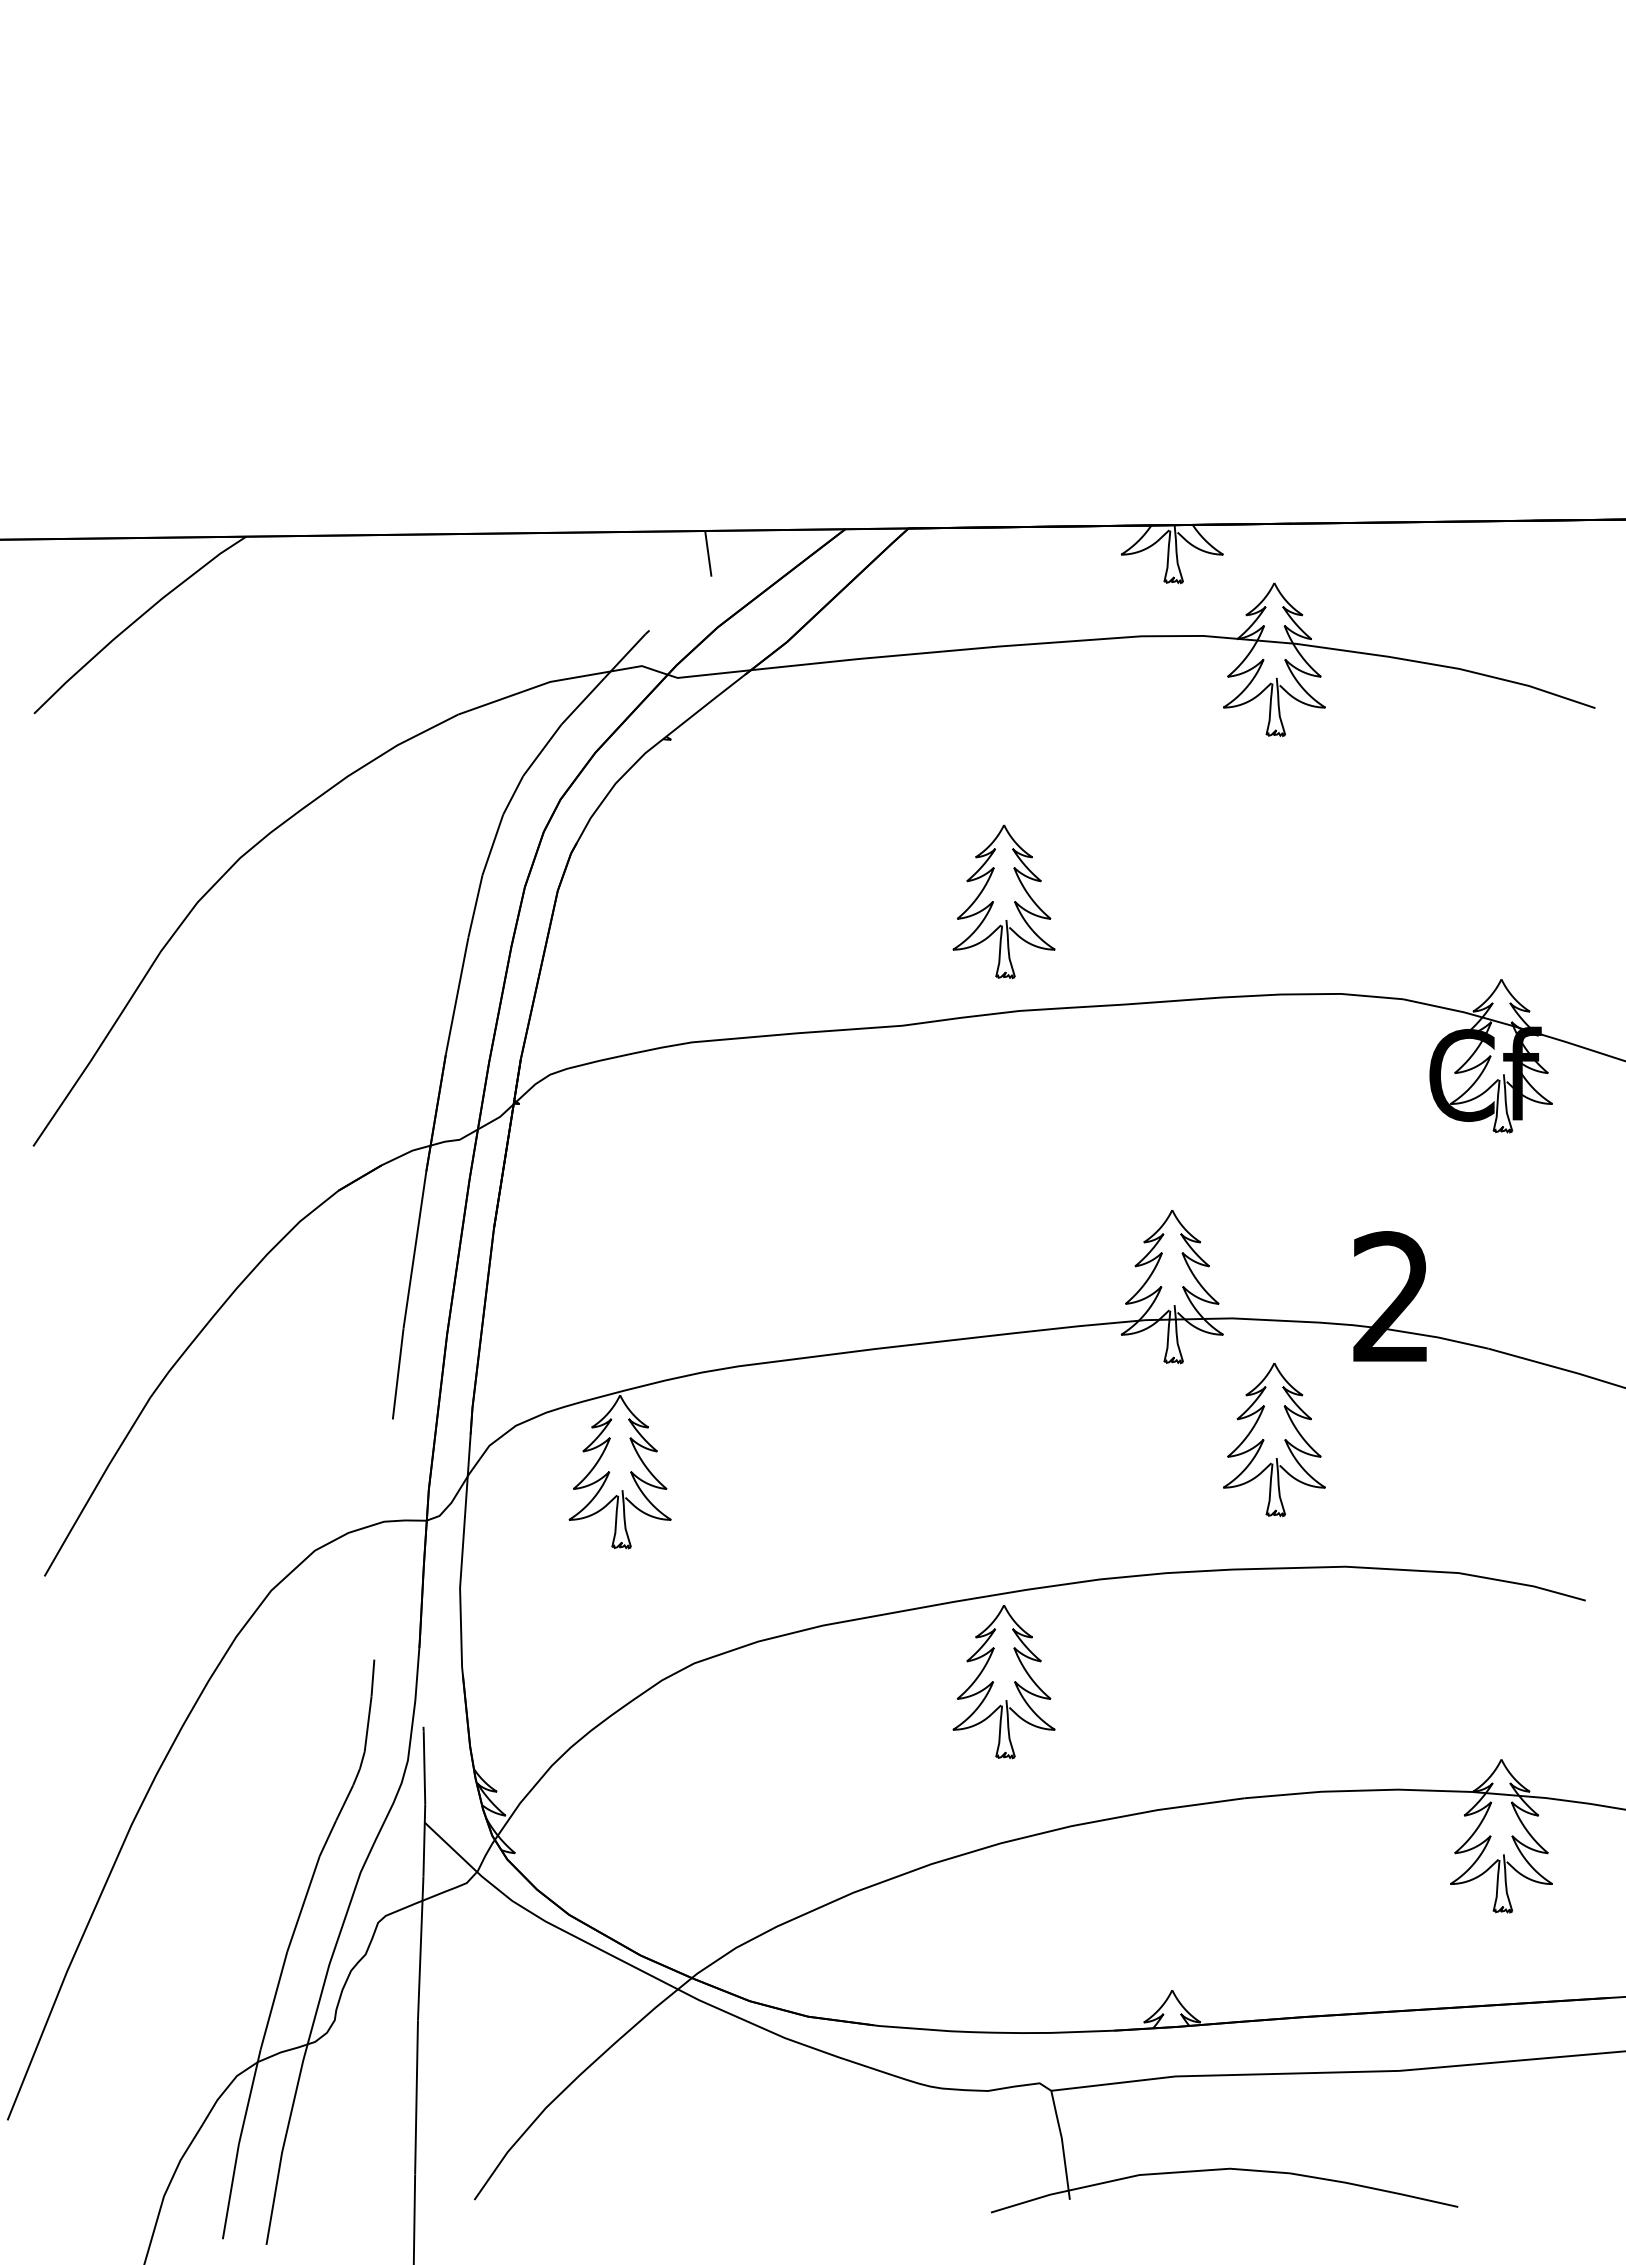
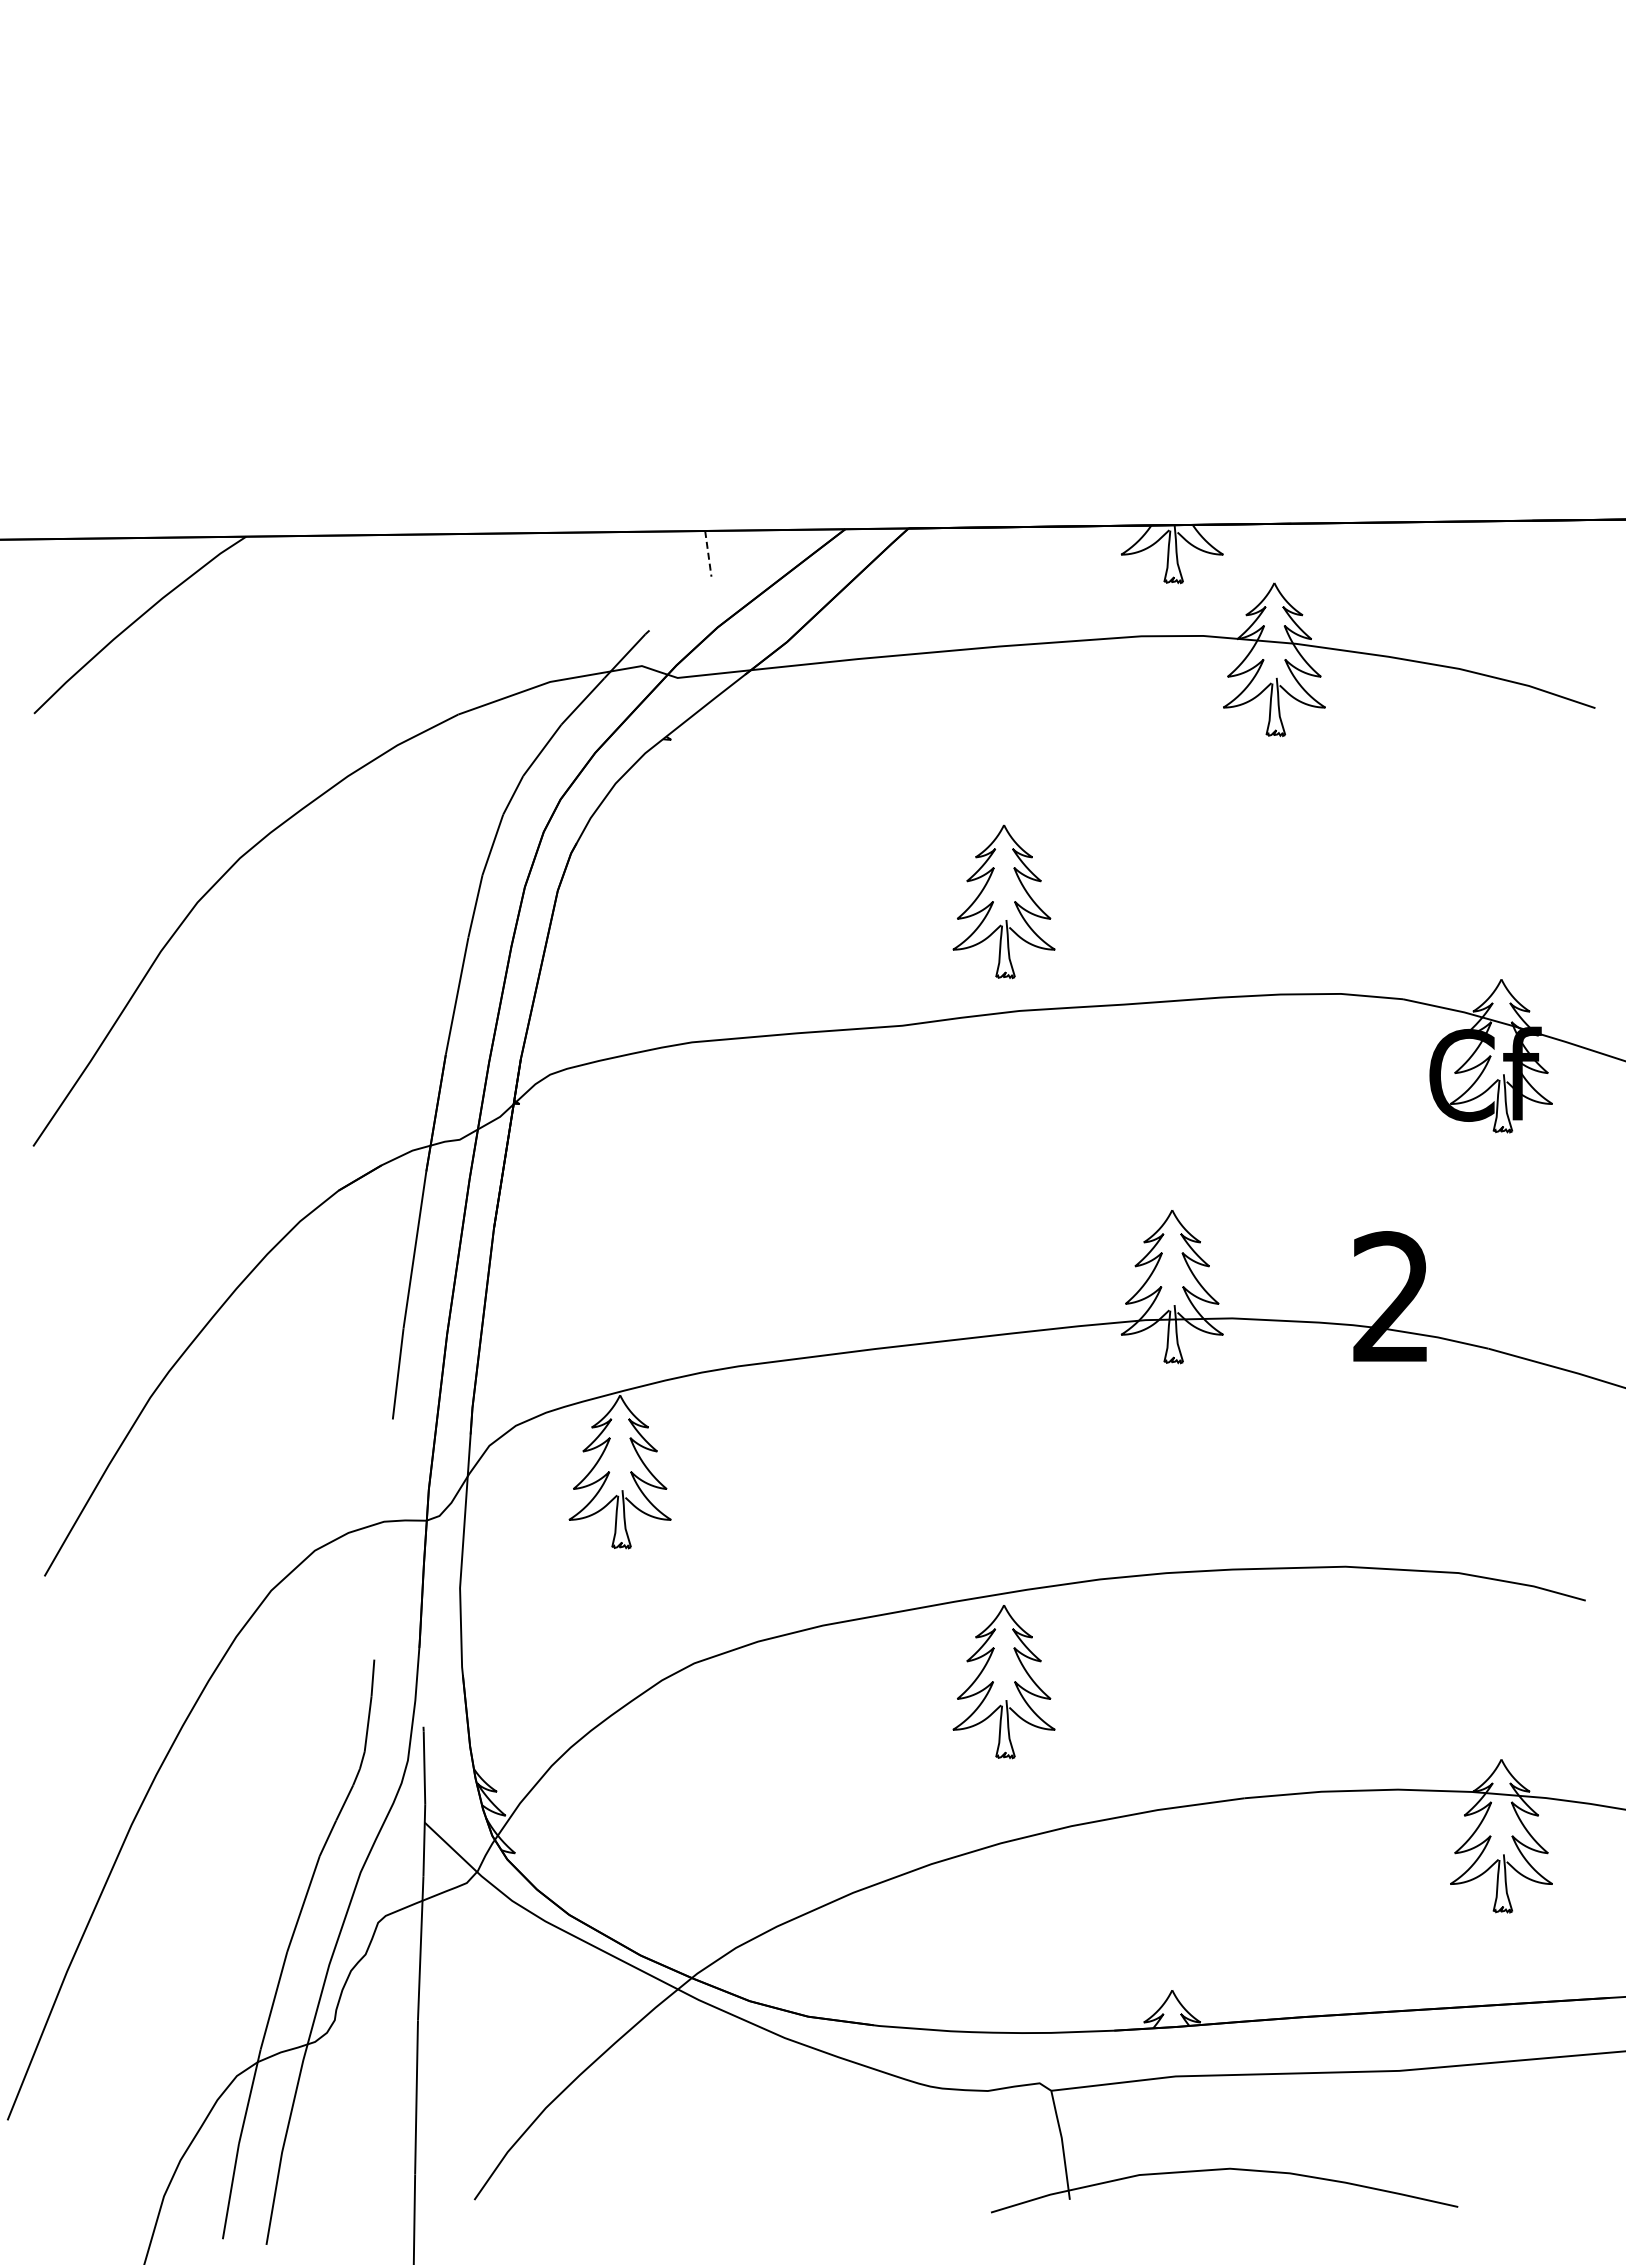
line at (708, 554): solid -> dashed
part at (1274, 1439): present -> none
